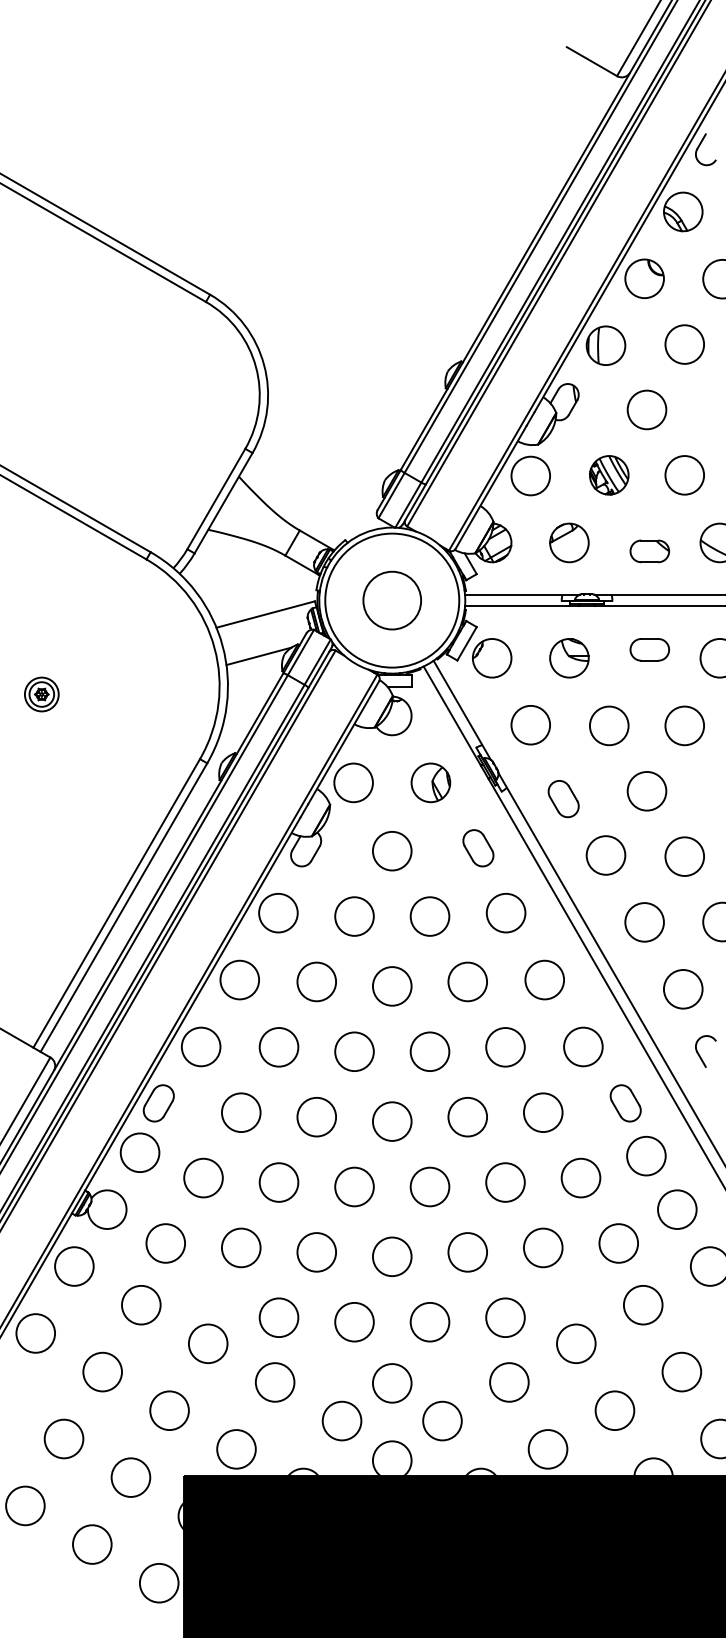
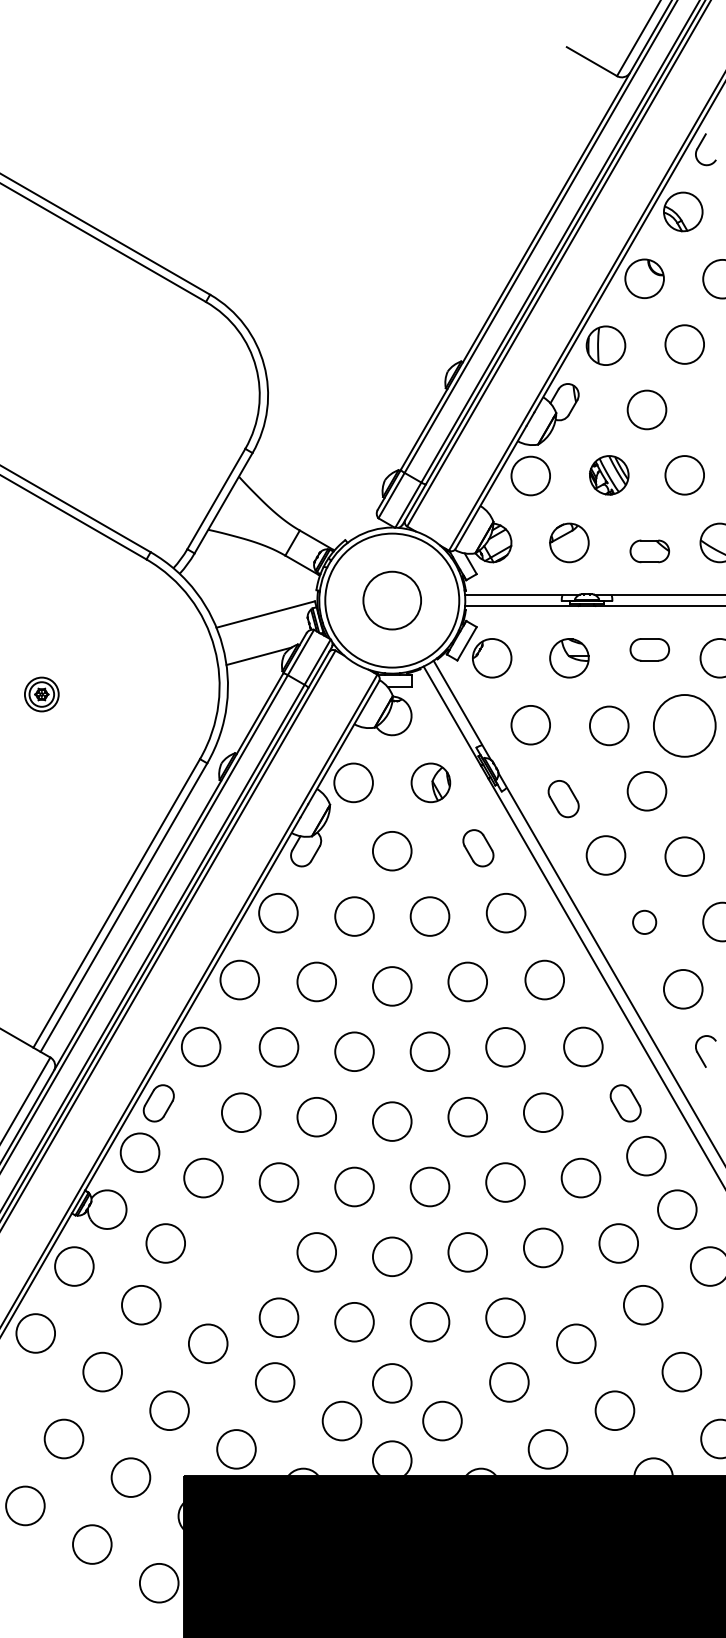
circle at (684, 725) diameter: 39 px -> 62 px
circle at (644, 922) diameter: 39 px -> 23 px
circle at (241, 1247): present -> none
